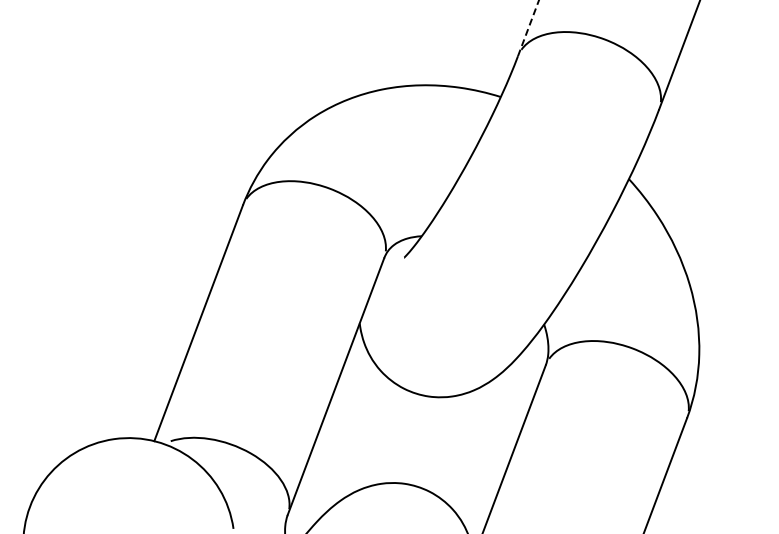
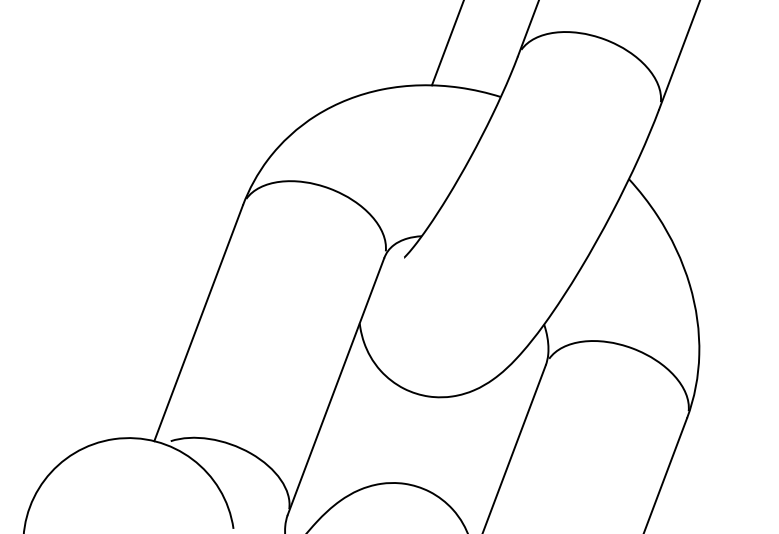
line at (528, 28): dashed -> solid
line at (447, 43): none -> present
